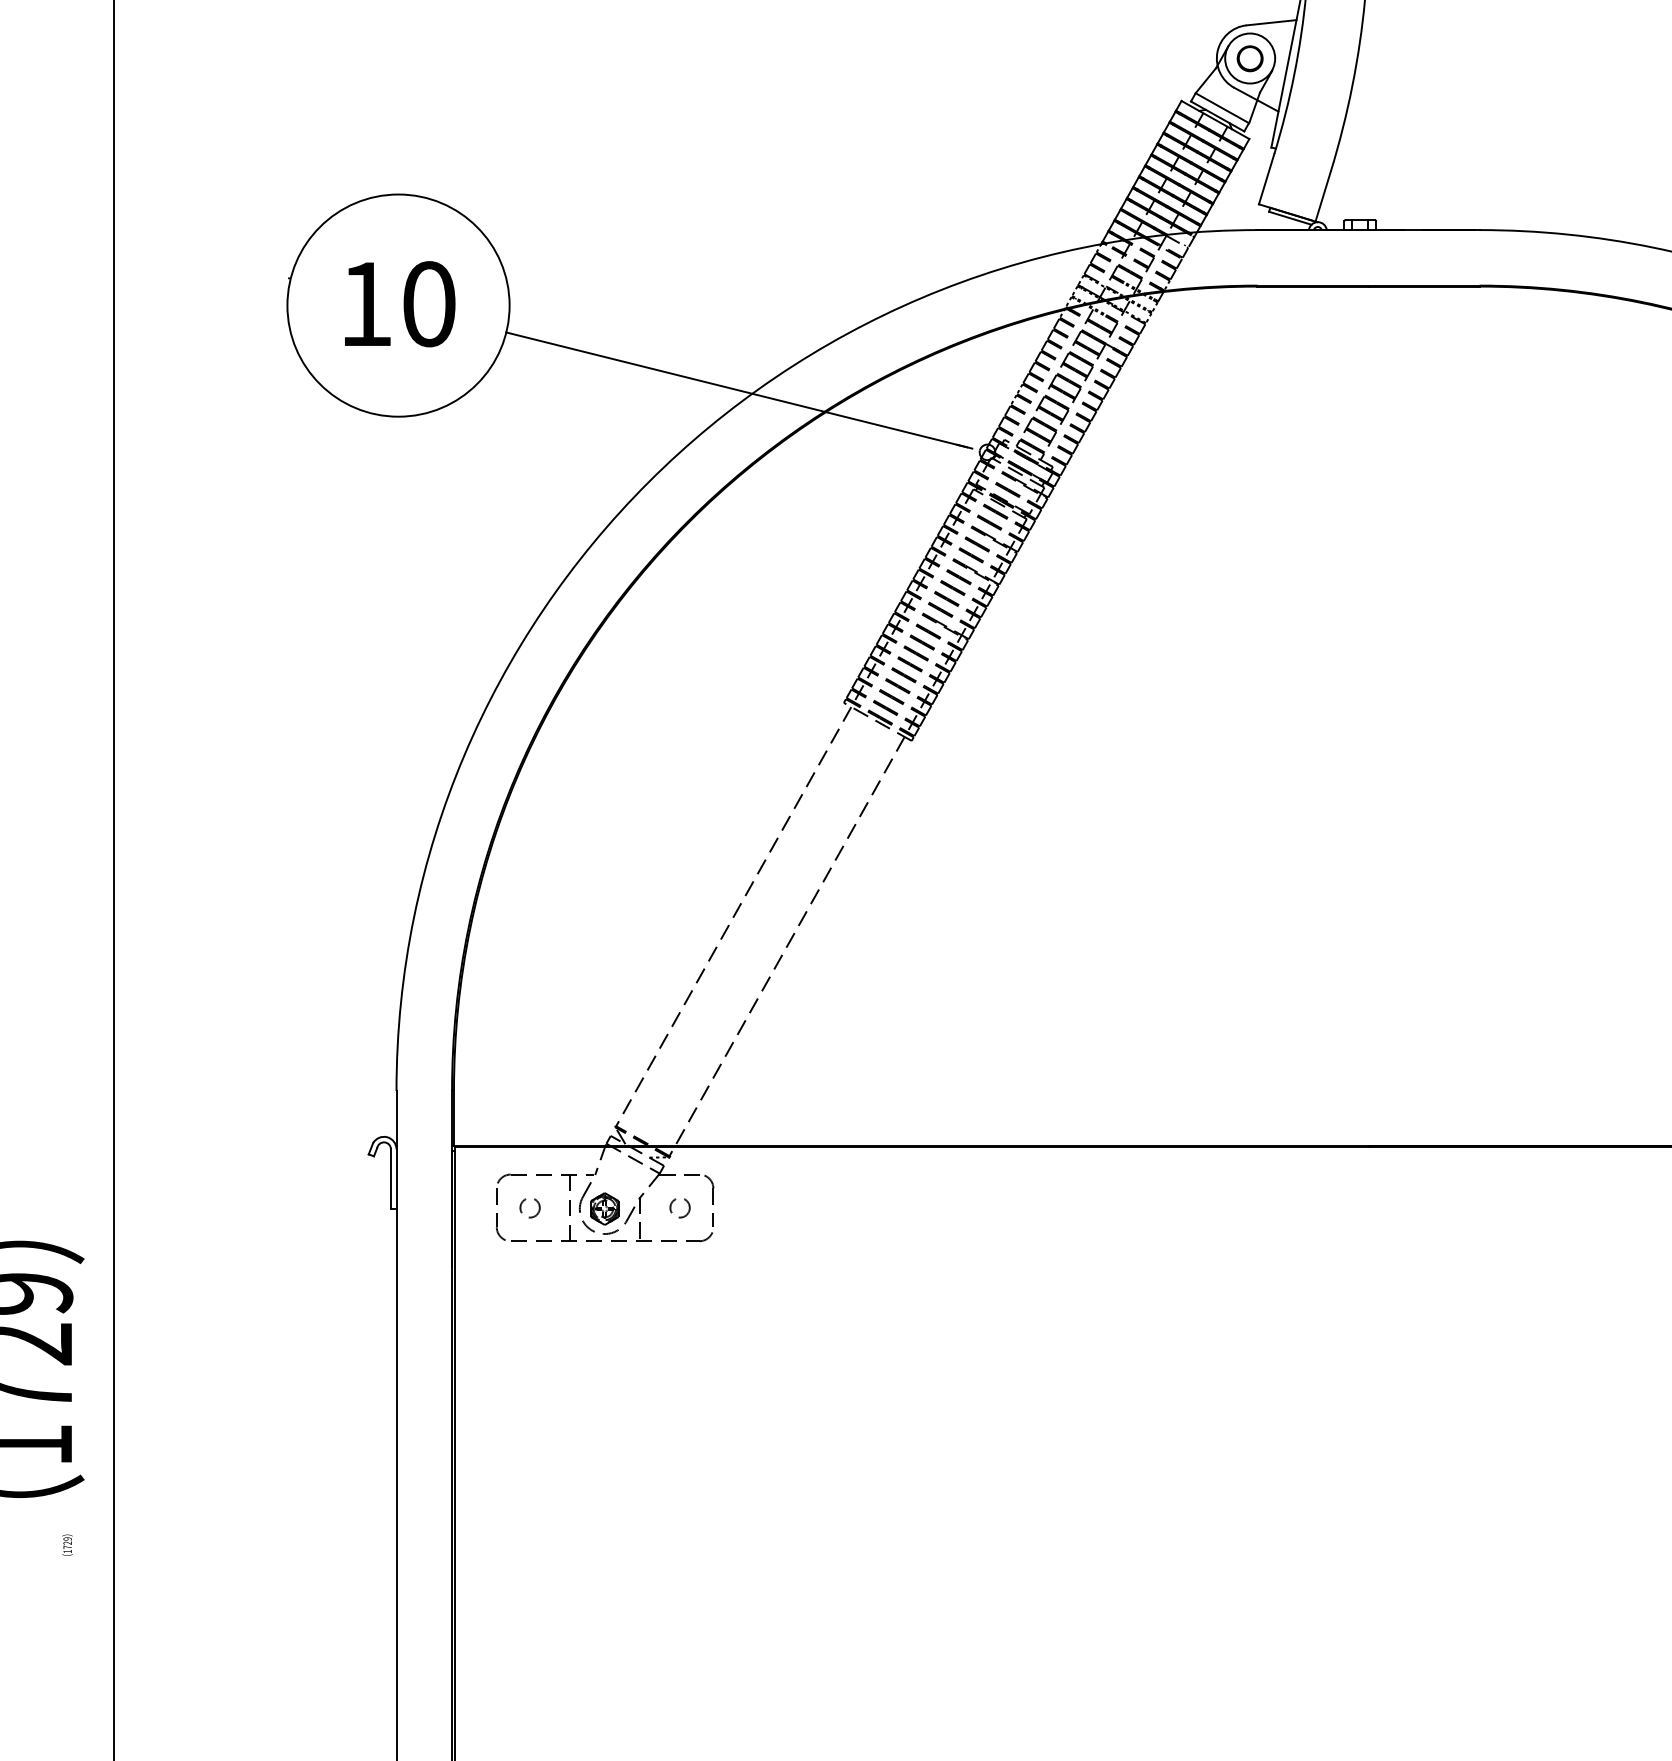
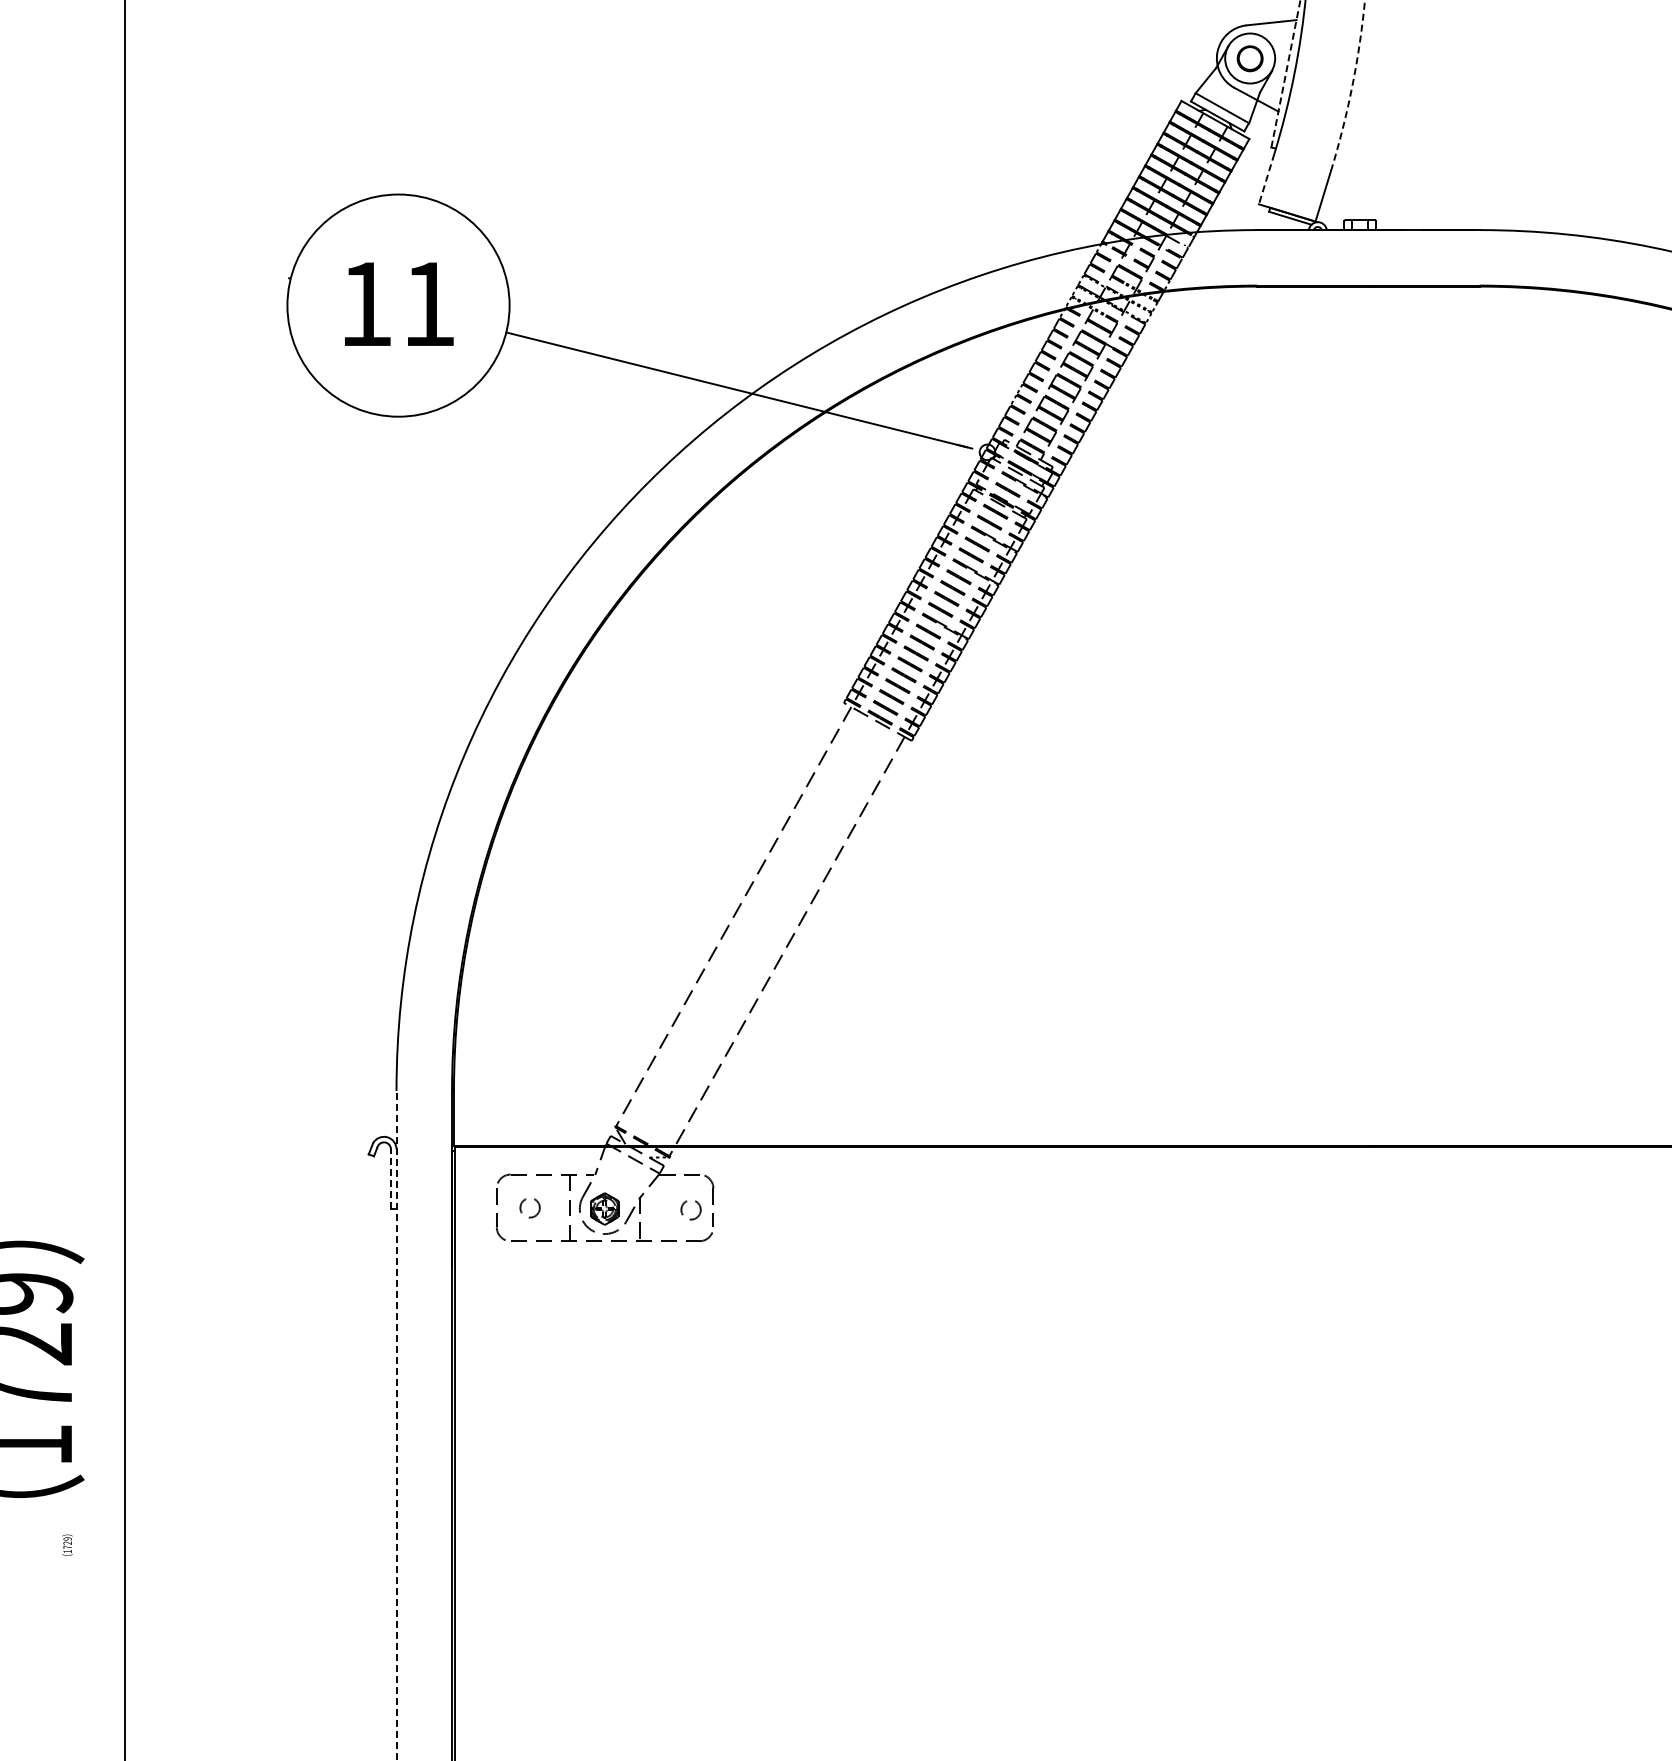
line at (1285, 74): solid -> dashed
arc at (1352, 85): solid -> dashed
line at (1266, 179): solid -> dashed
text at (429, 304): 10 -> 11
line at (113, 879) position: (113, 879) -> (124, 879)
line at (390, 1179): solid -> dashed
circle at (679, 1208) position: (679, 1208) -> (690, 1210)
line at (396, 1425): solid -> dashed
